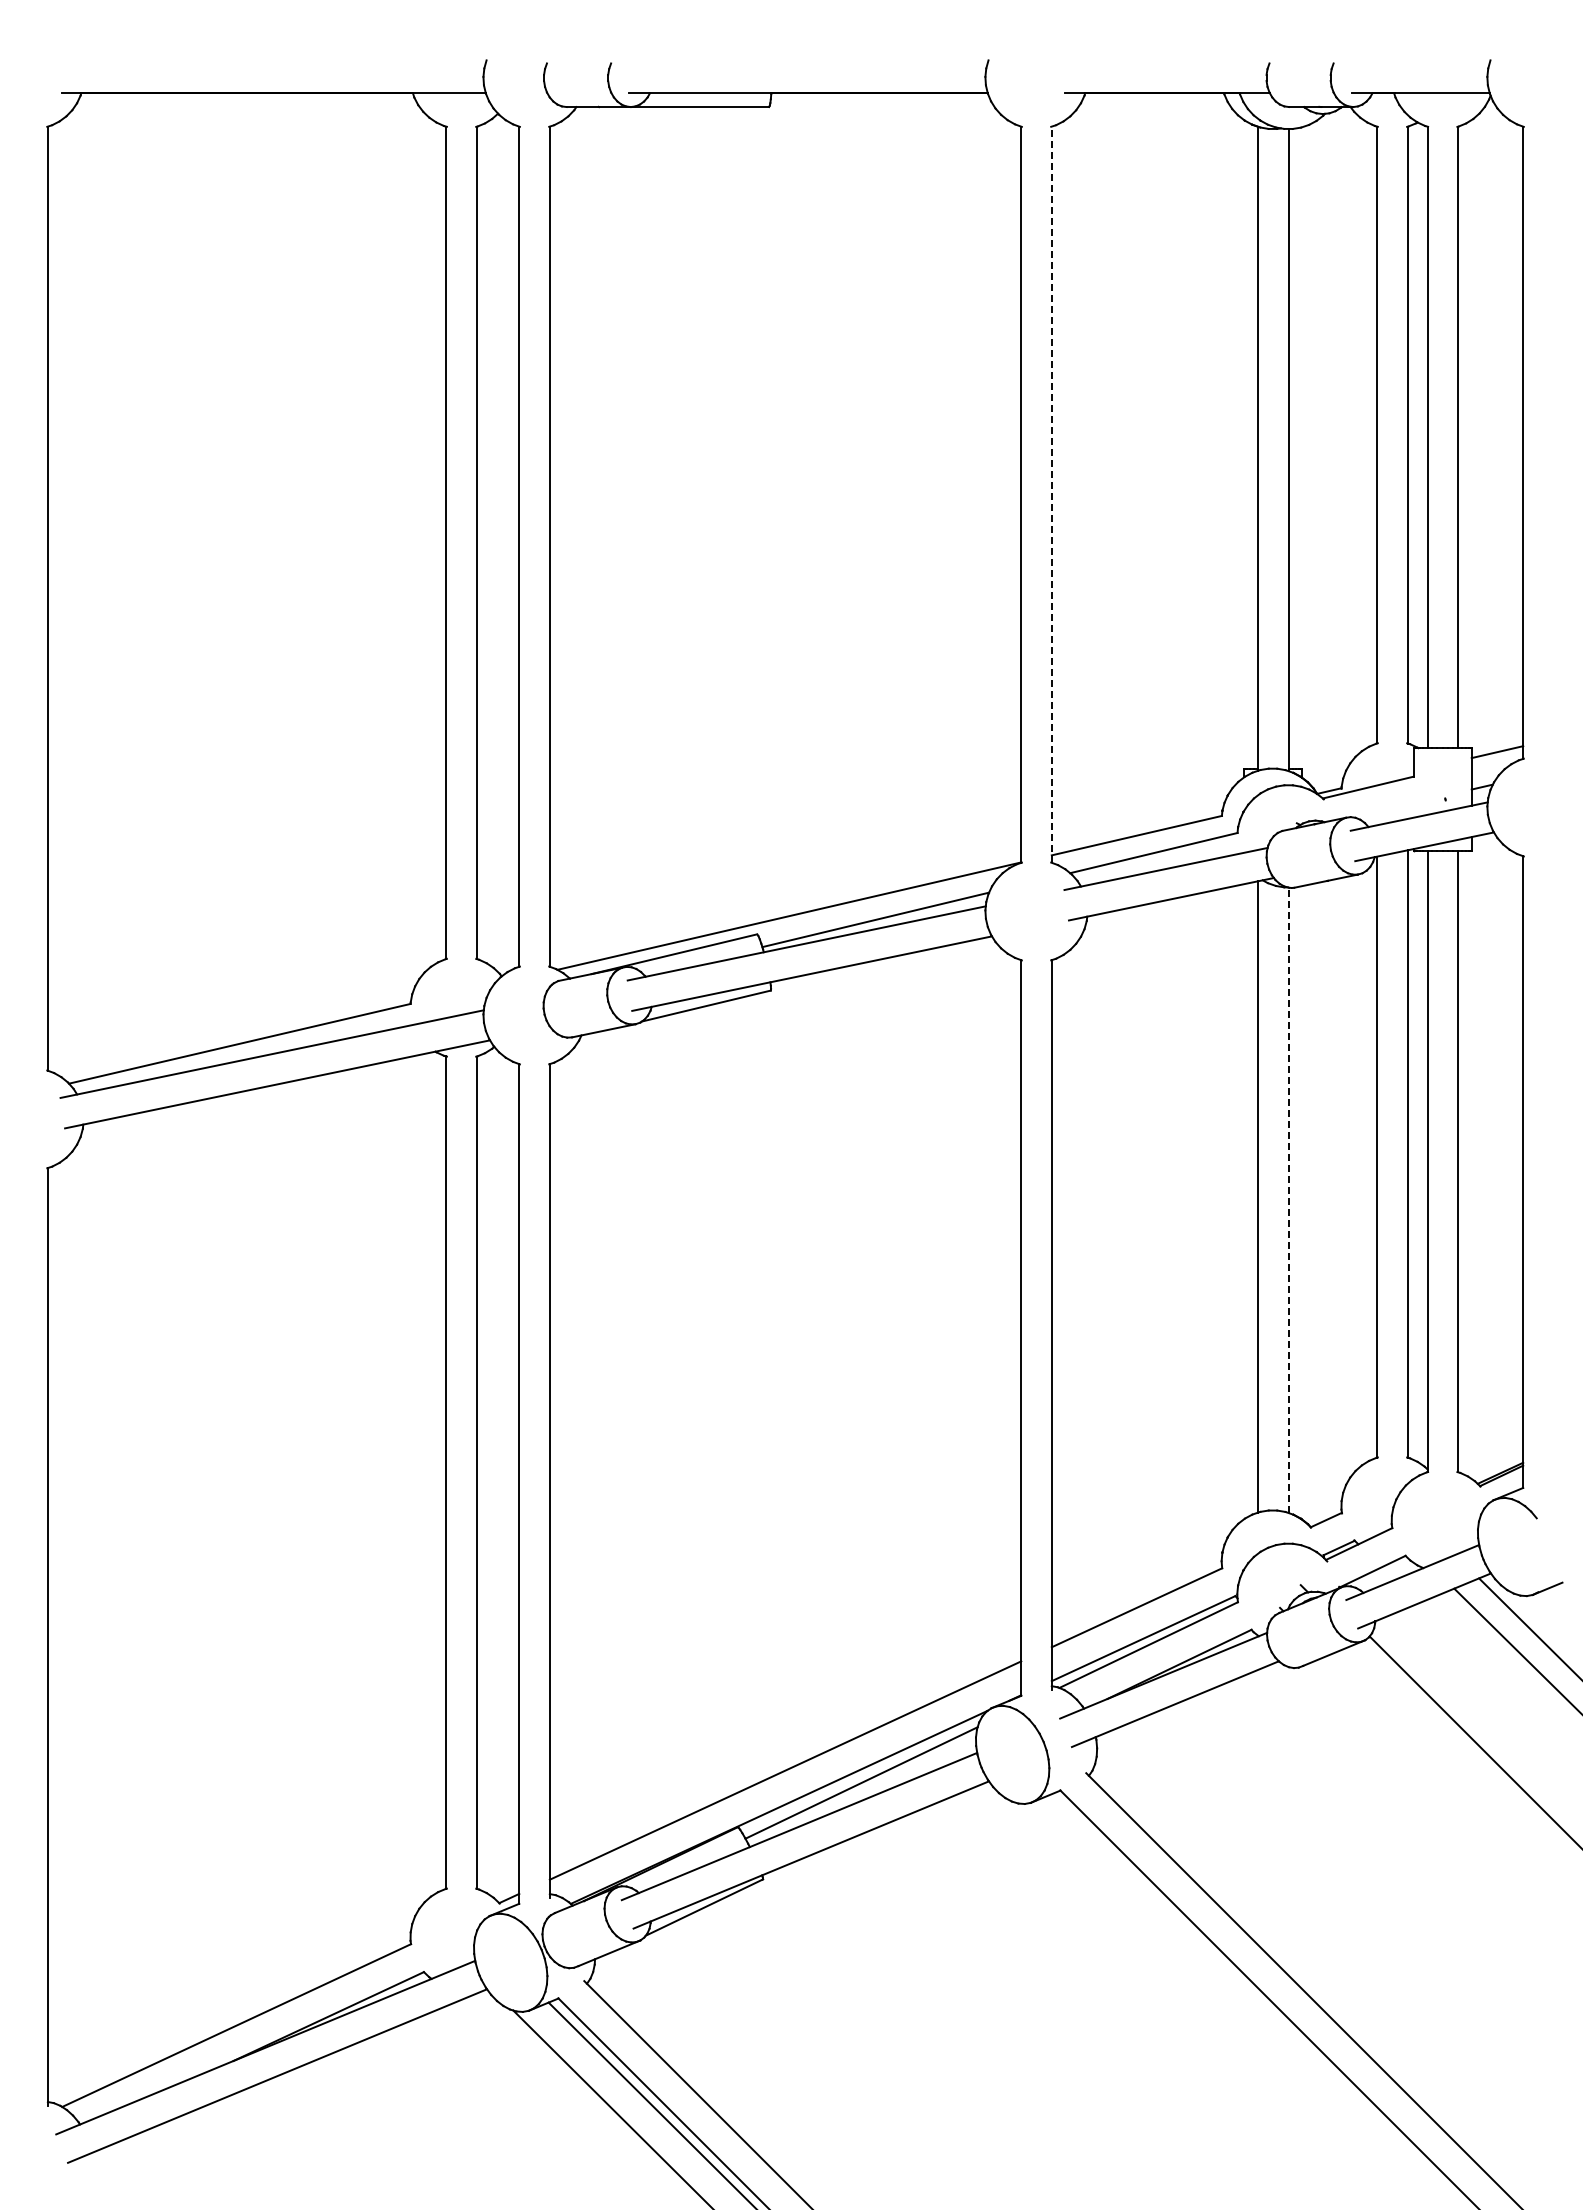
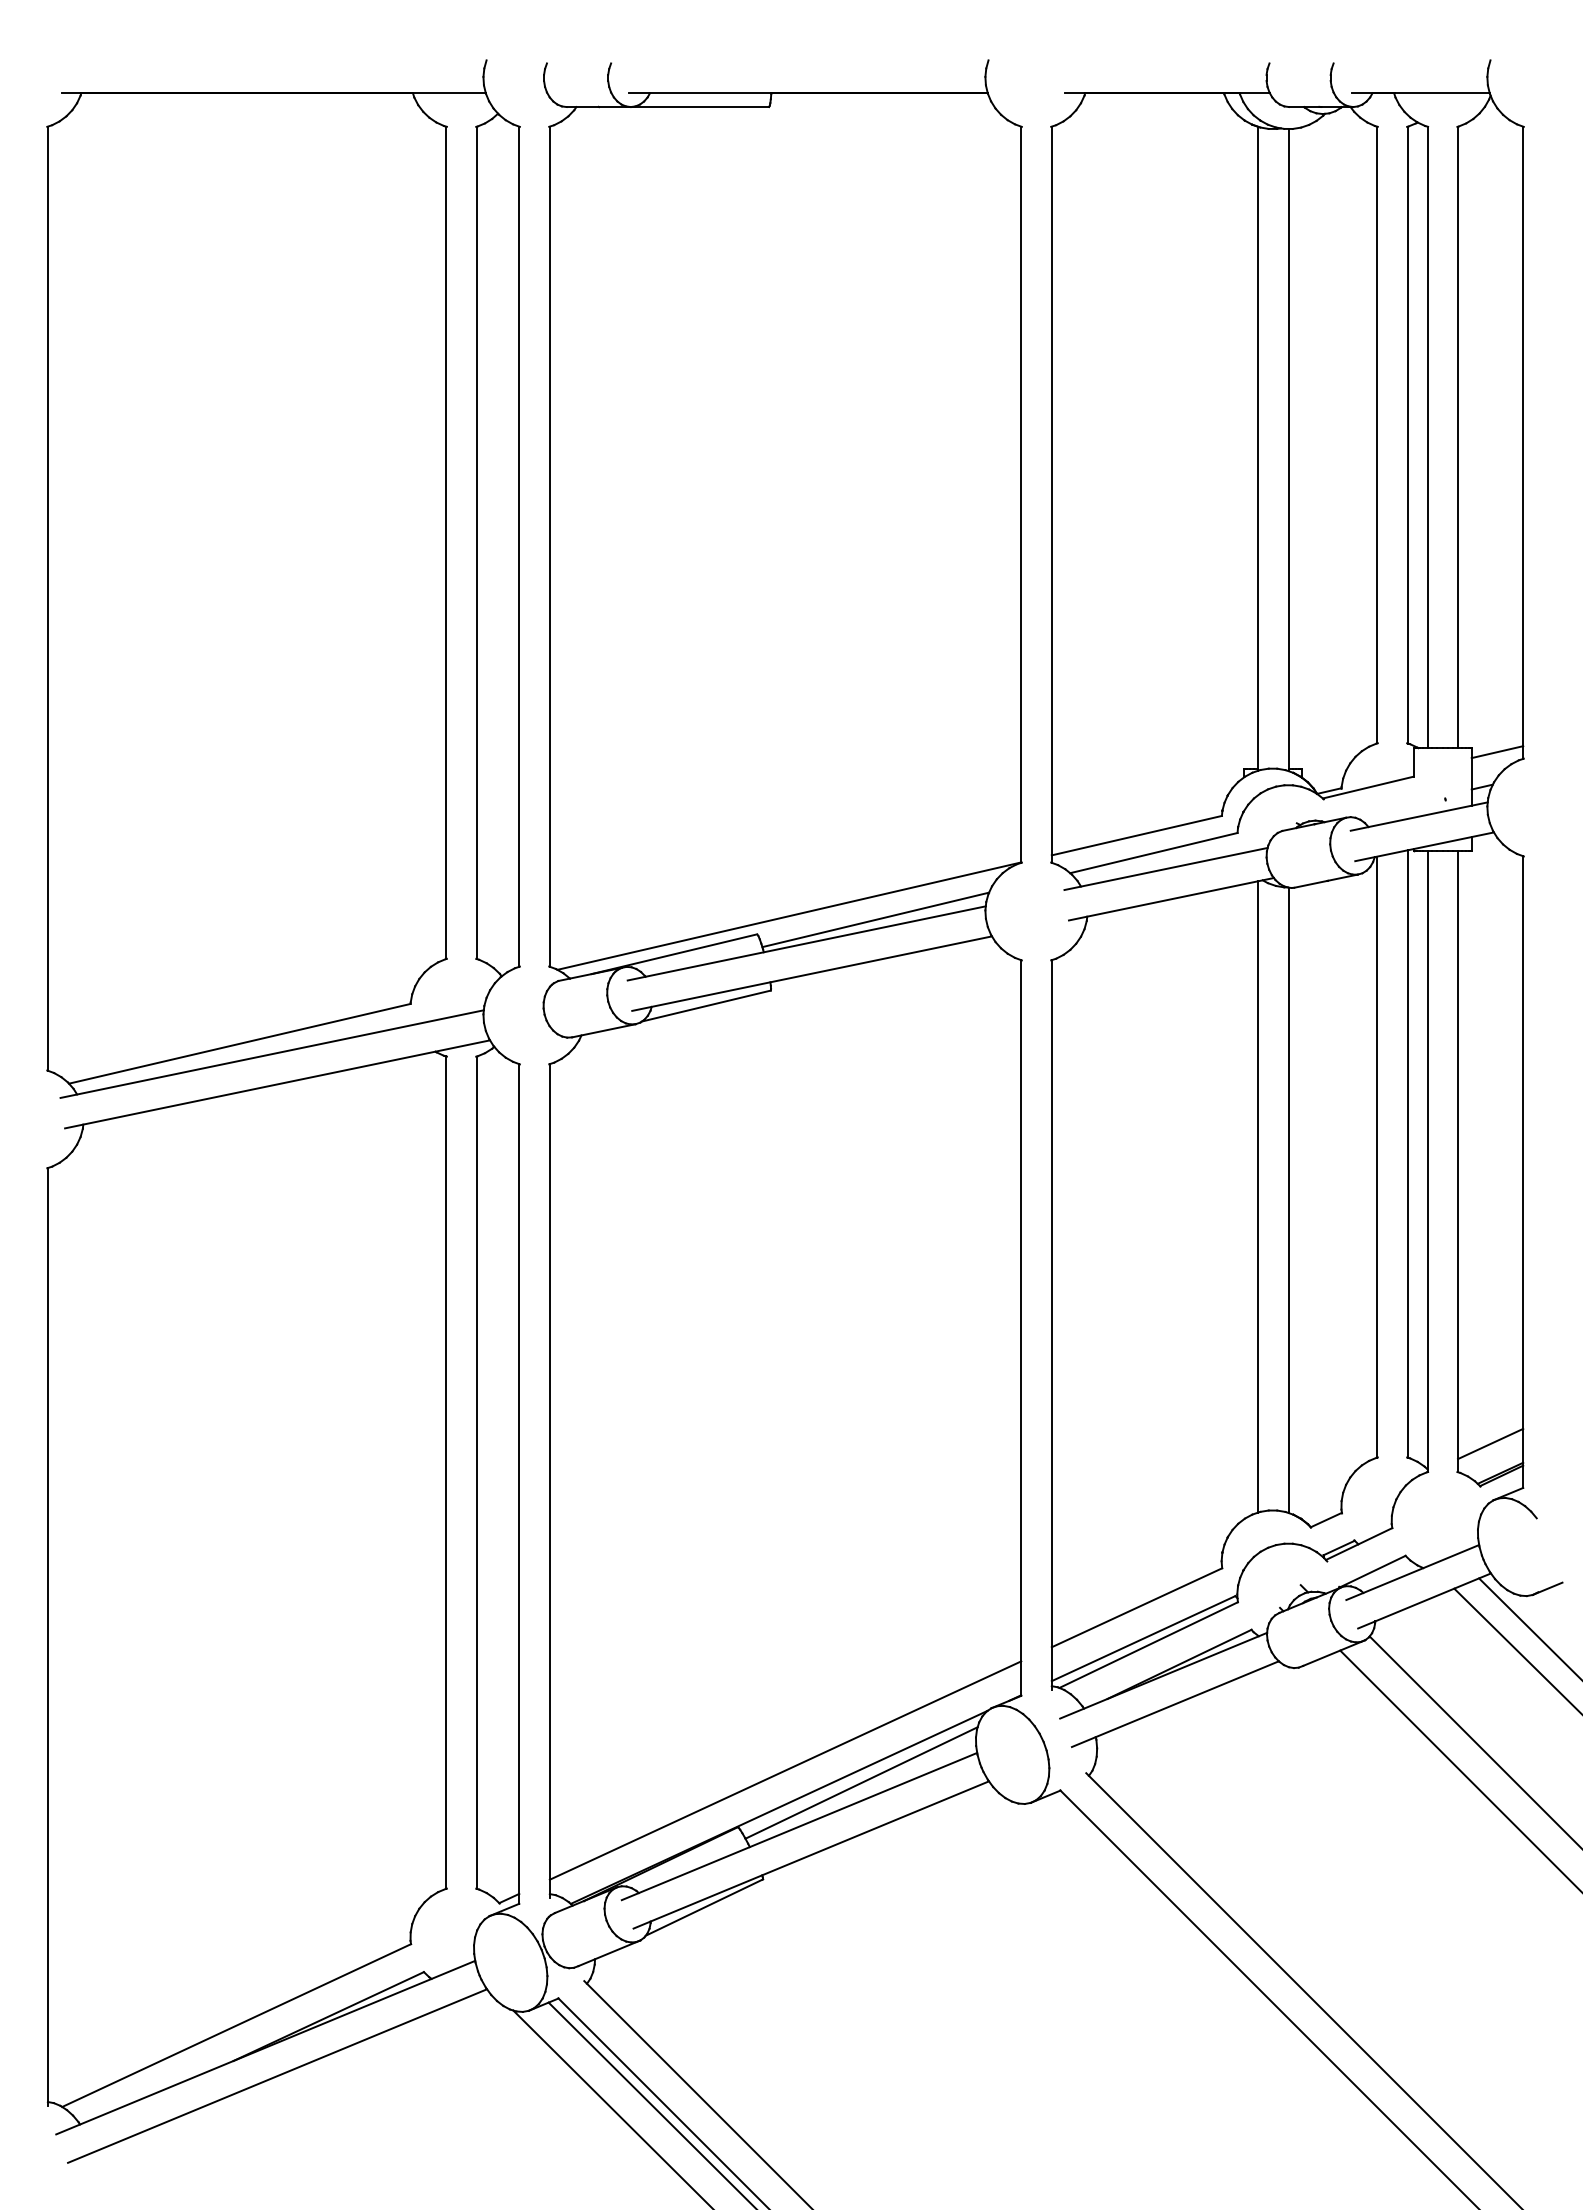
line at (1051, 494): dashed -> solid
line at (1288, 1200): dashed -> solid
line at (1490, 1443): none -> present
line at (1459, 1769): none -> present
